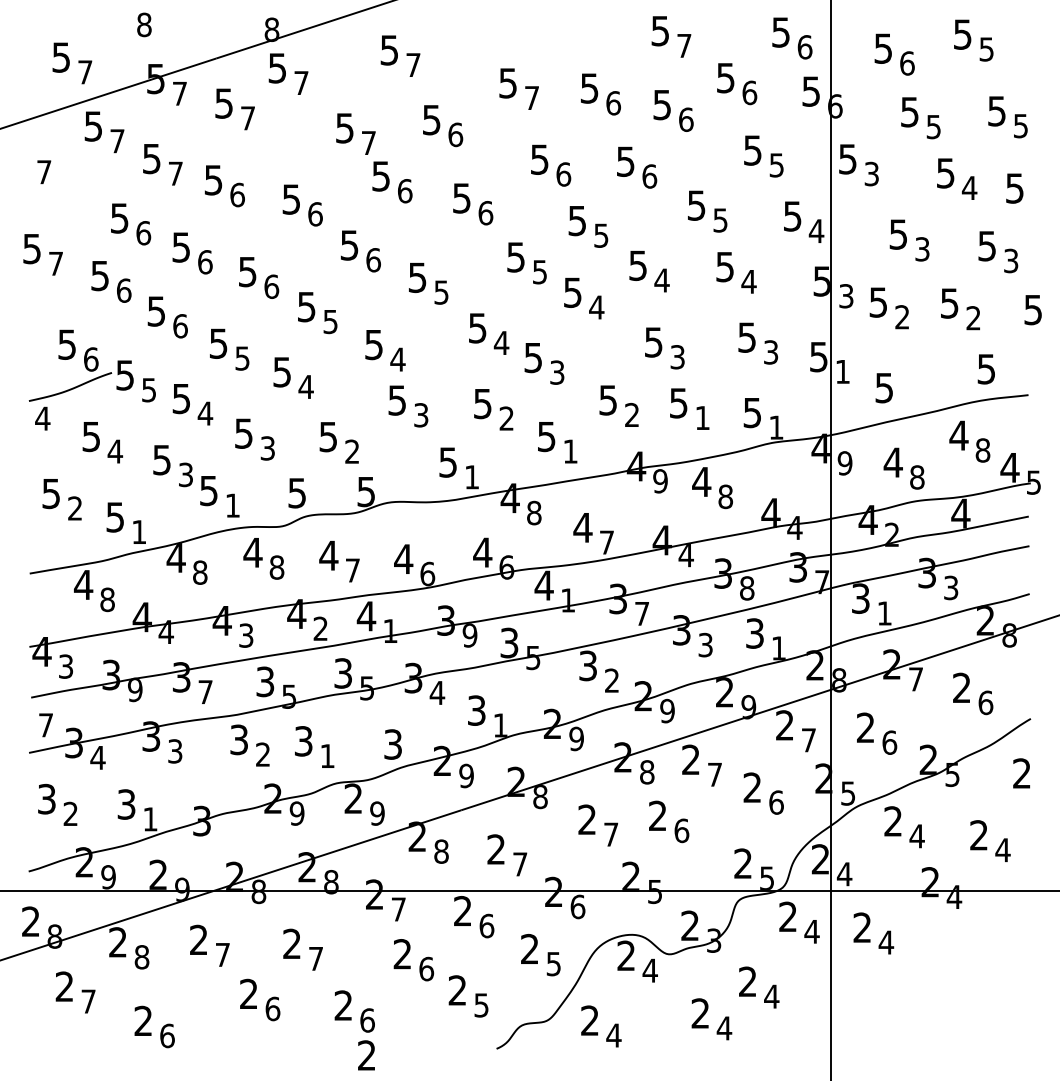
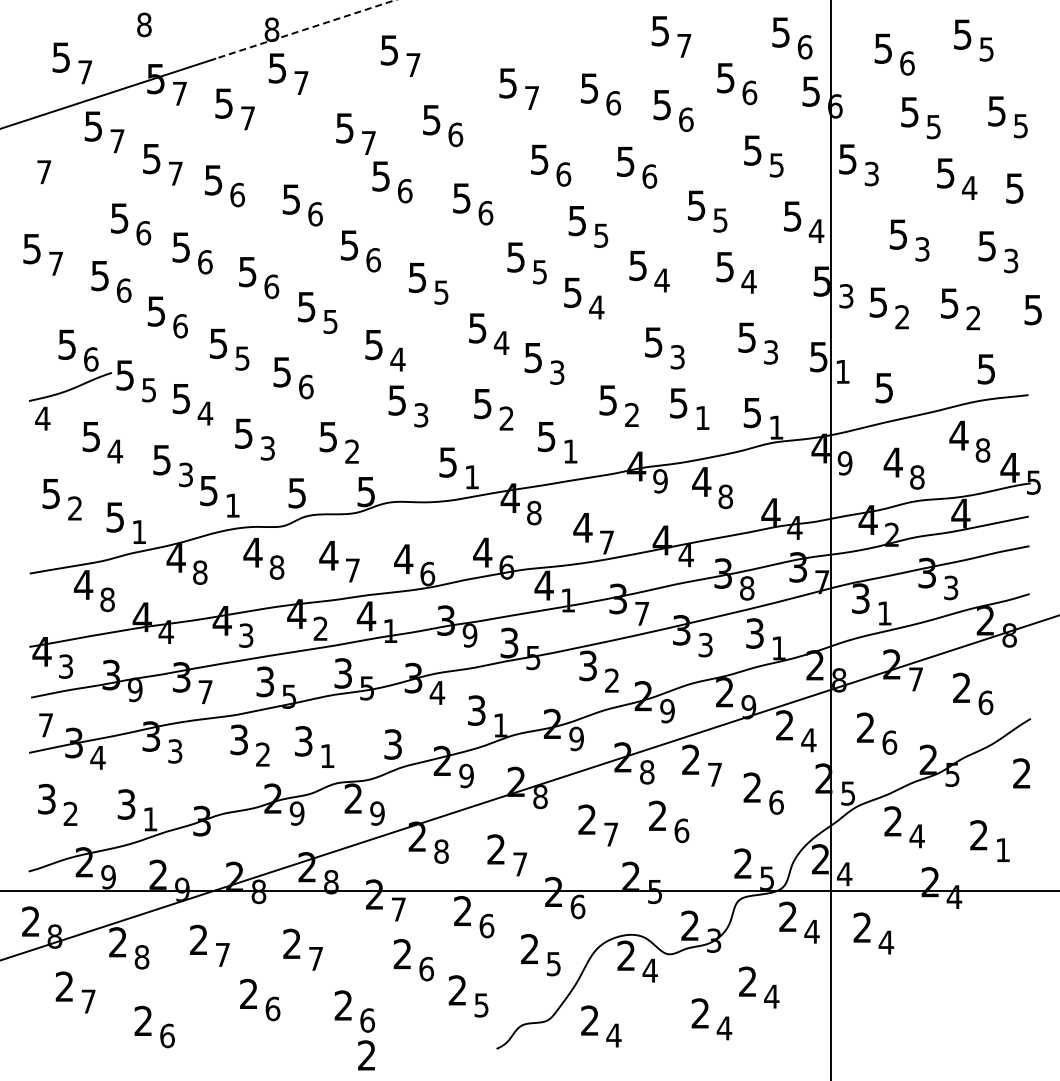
line at (305, 29): solid -> dashed
text at (305, 386): 4 -> 6
text at (808, 740): 7 -> 4
text at (1002, 850): 4 -> 1
